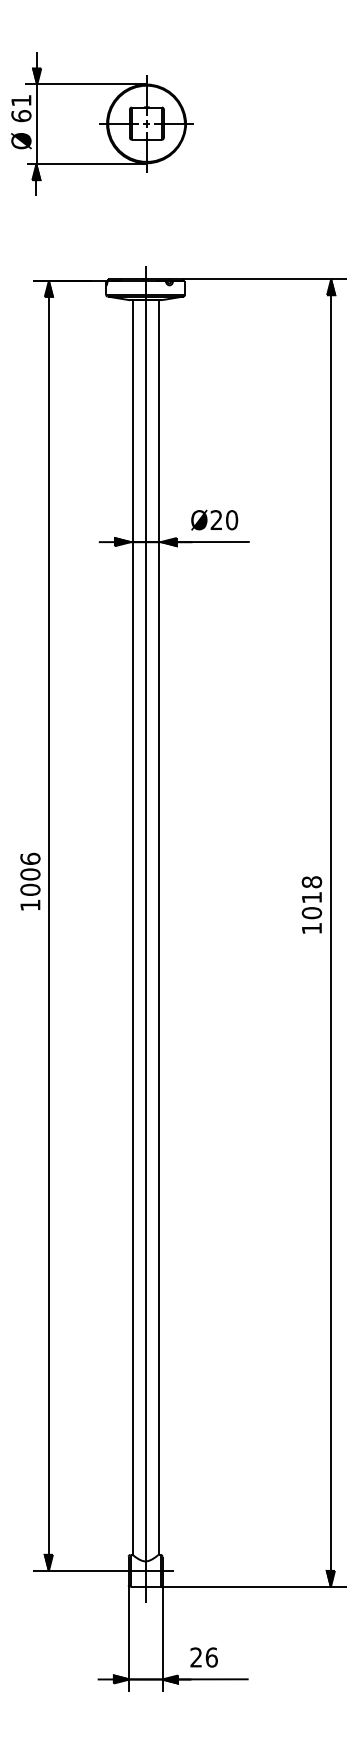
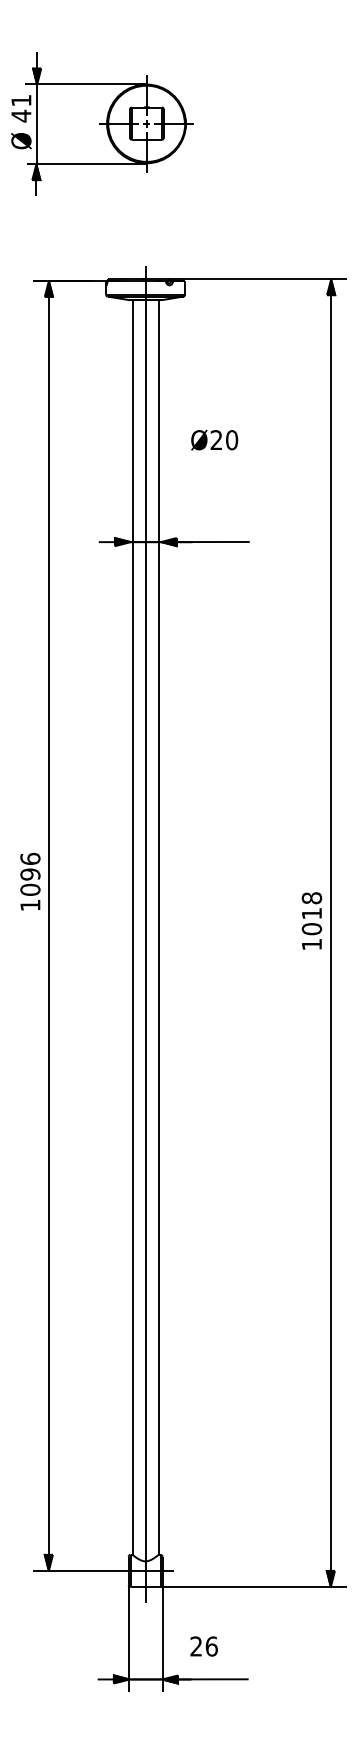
text at (21, 115): 61 -> 41
text at (214, 519) position: (214, 519) -> (214, 439)
text at (30, 874): 1006 -> 1096
text at (311, 904) position: (311, 904) -> (311, 920)
text at (203, 1657) position: (203, 1657) -> (203, 1646)
